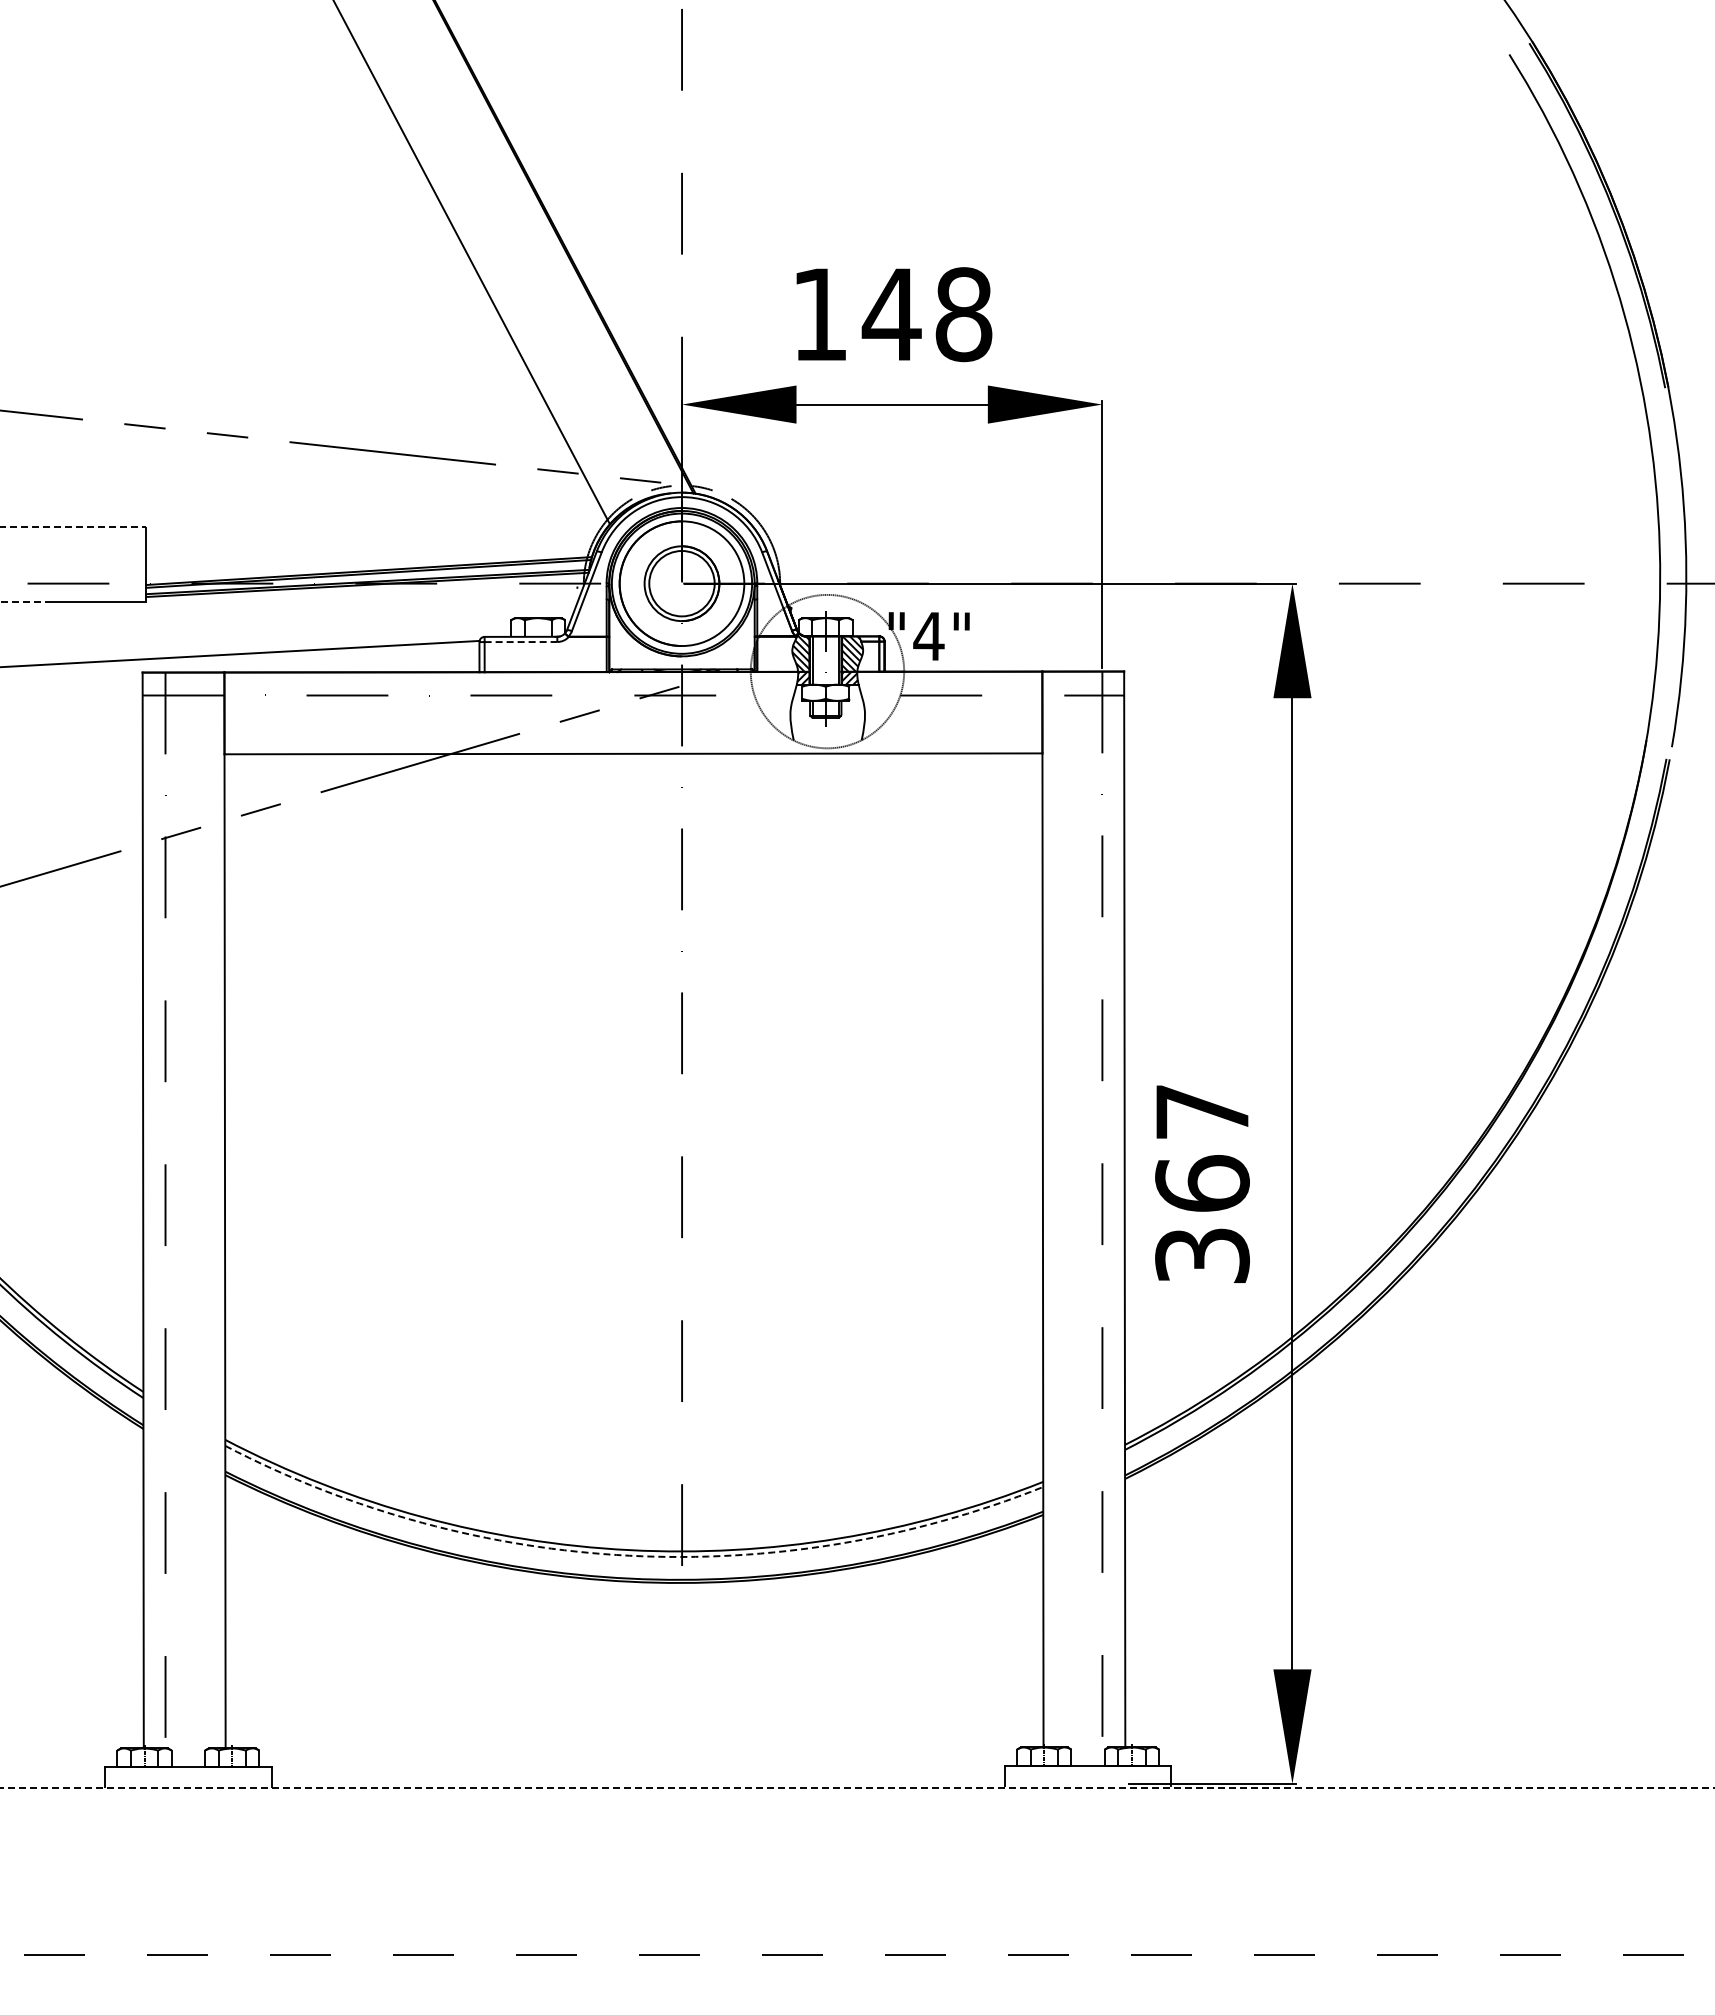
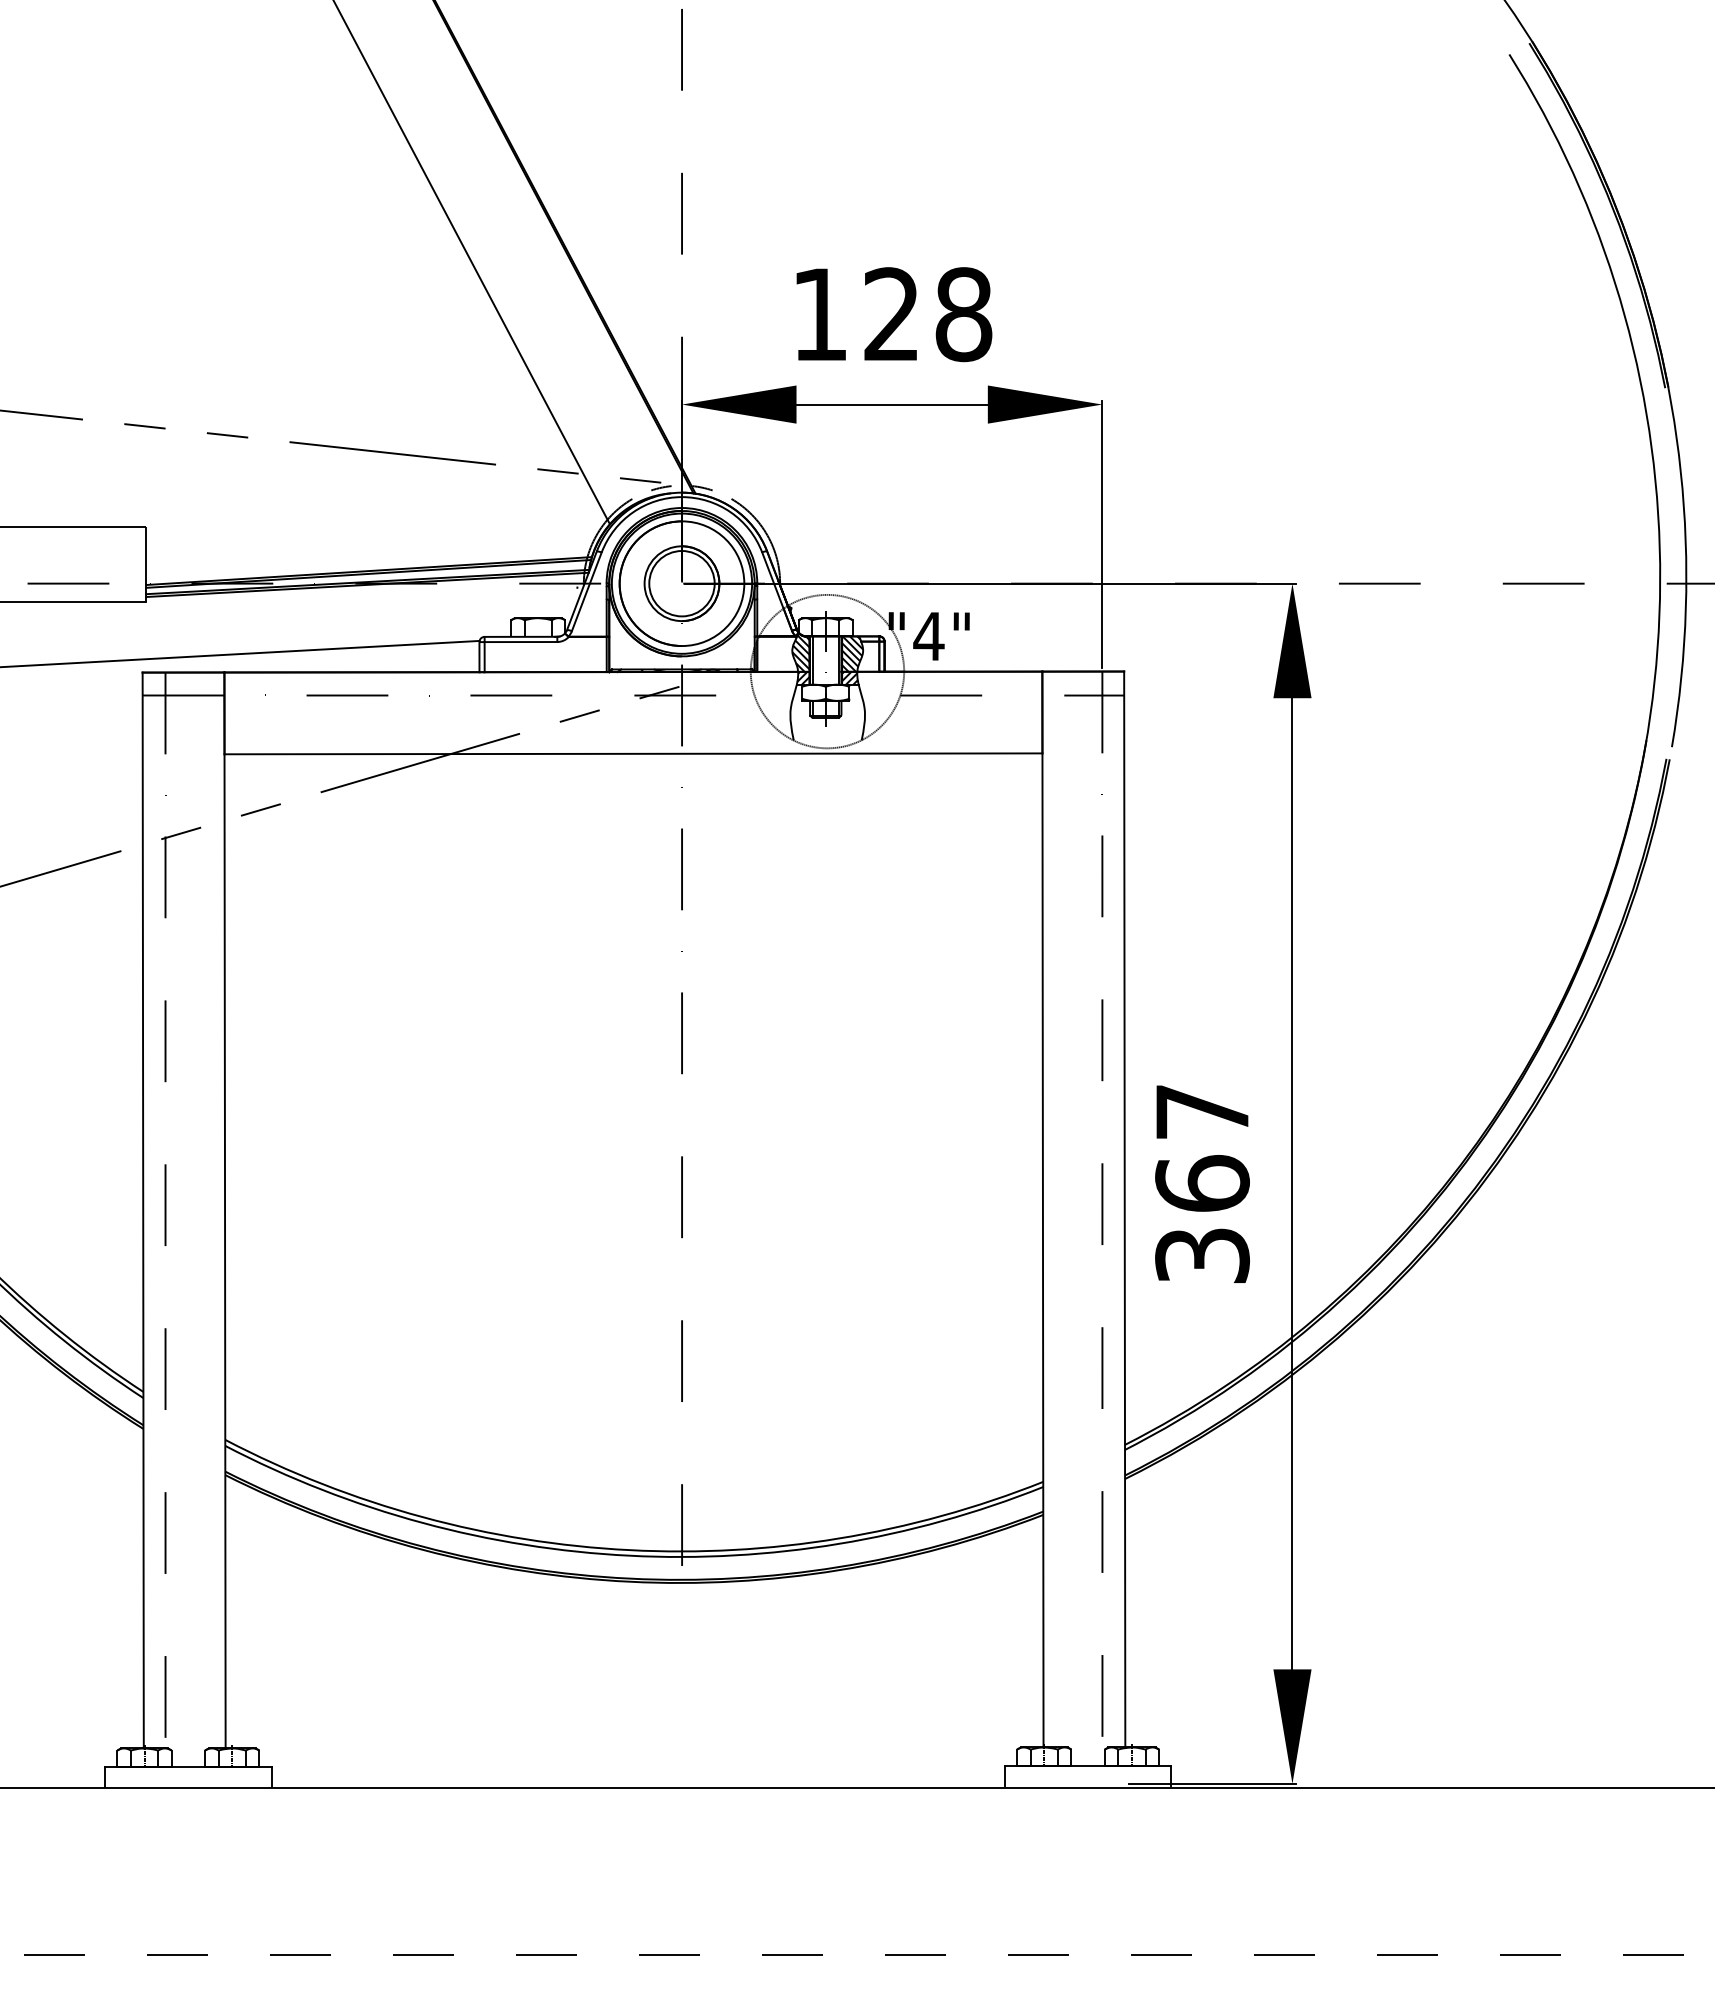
text at (891, 313): 148 -> 128
line at (47, 527): dashed -> solid
line at (521, 642): dashed -> solid
arc at (629, 1555): dashed -> solid
line at (857, 1788): dashed -> solid
